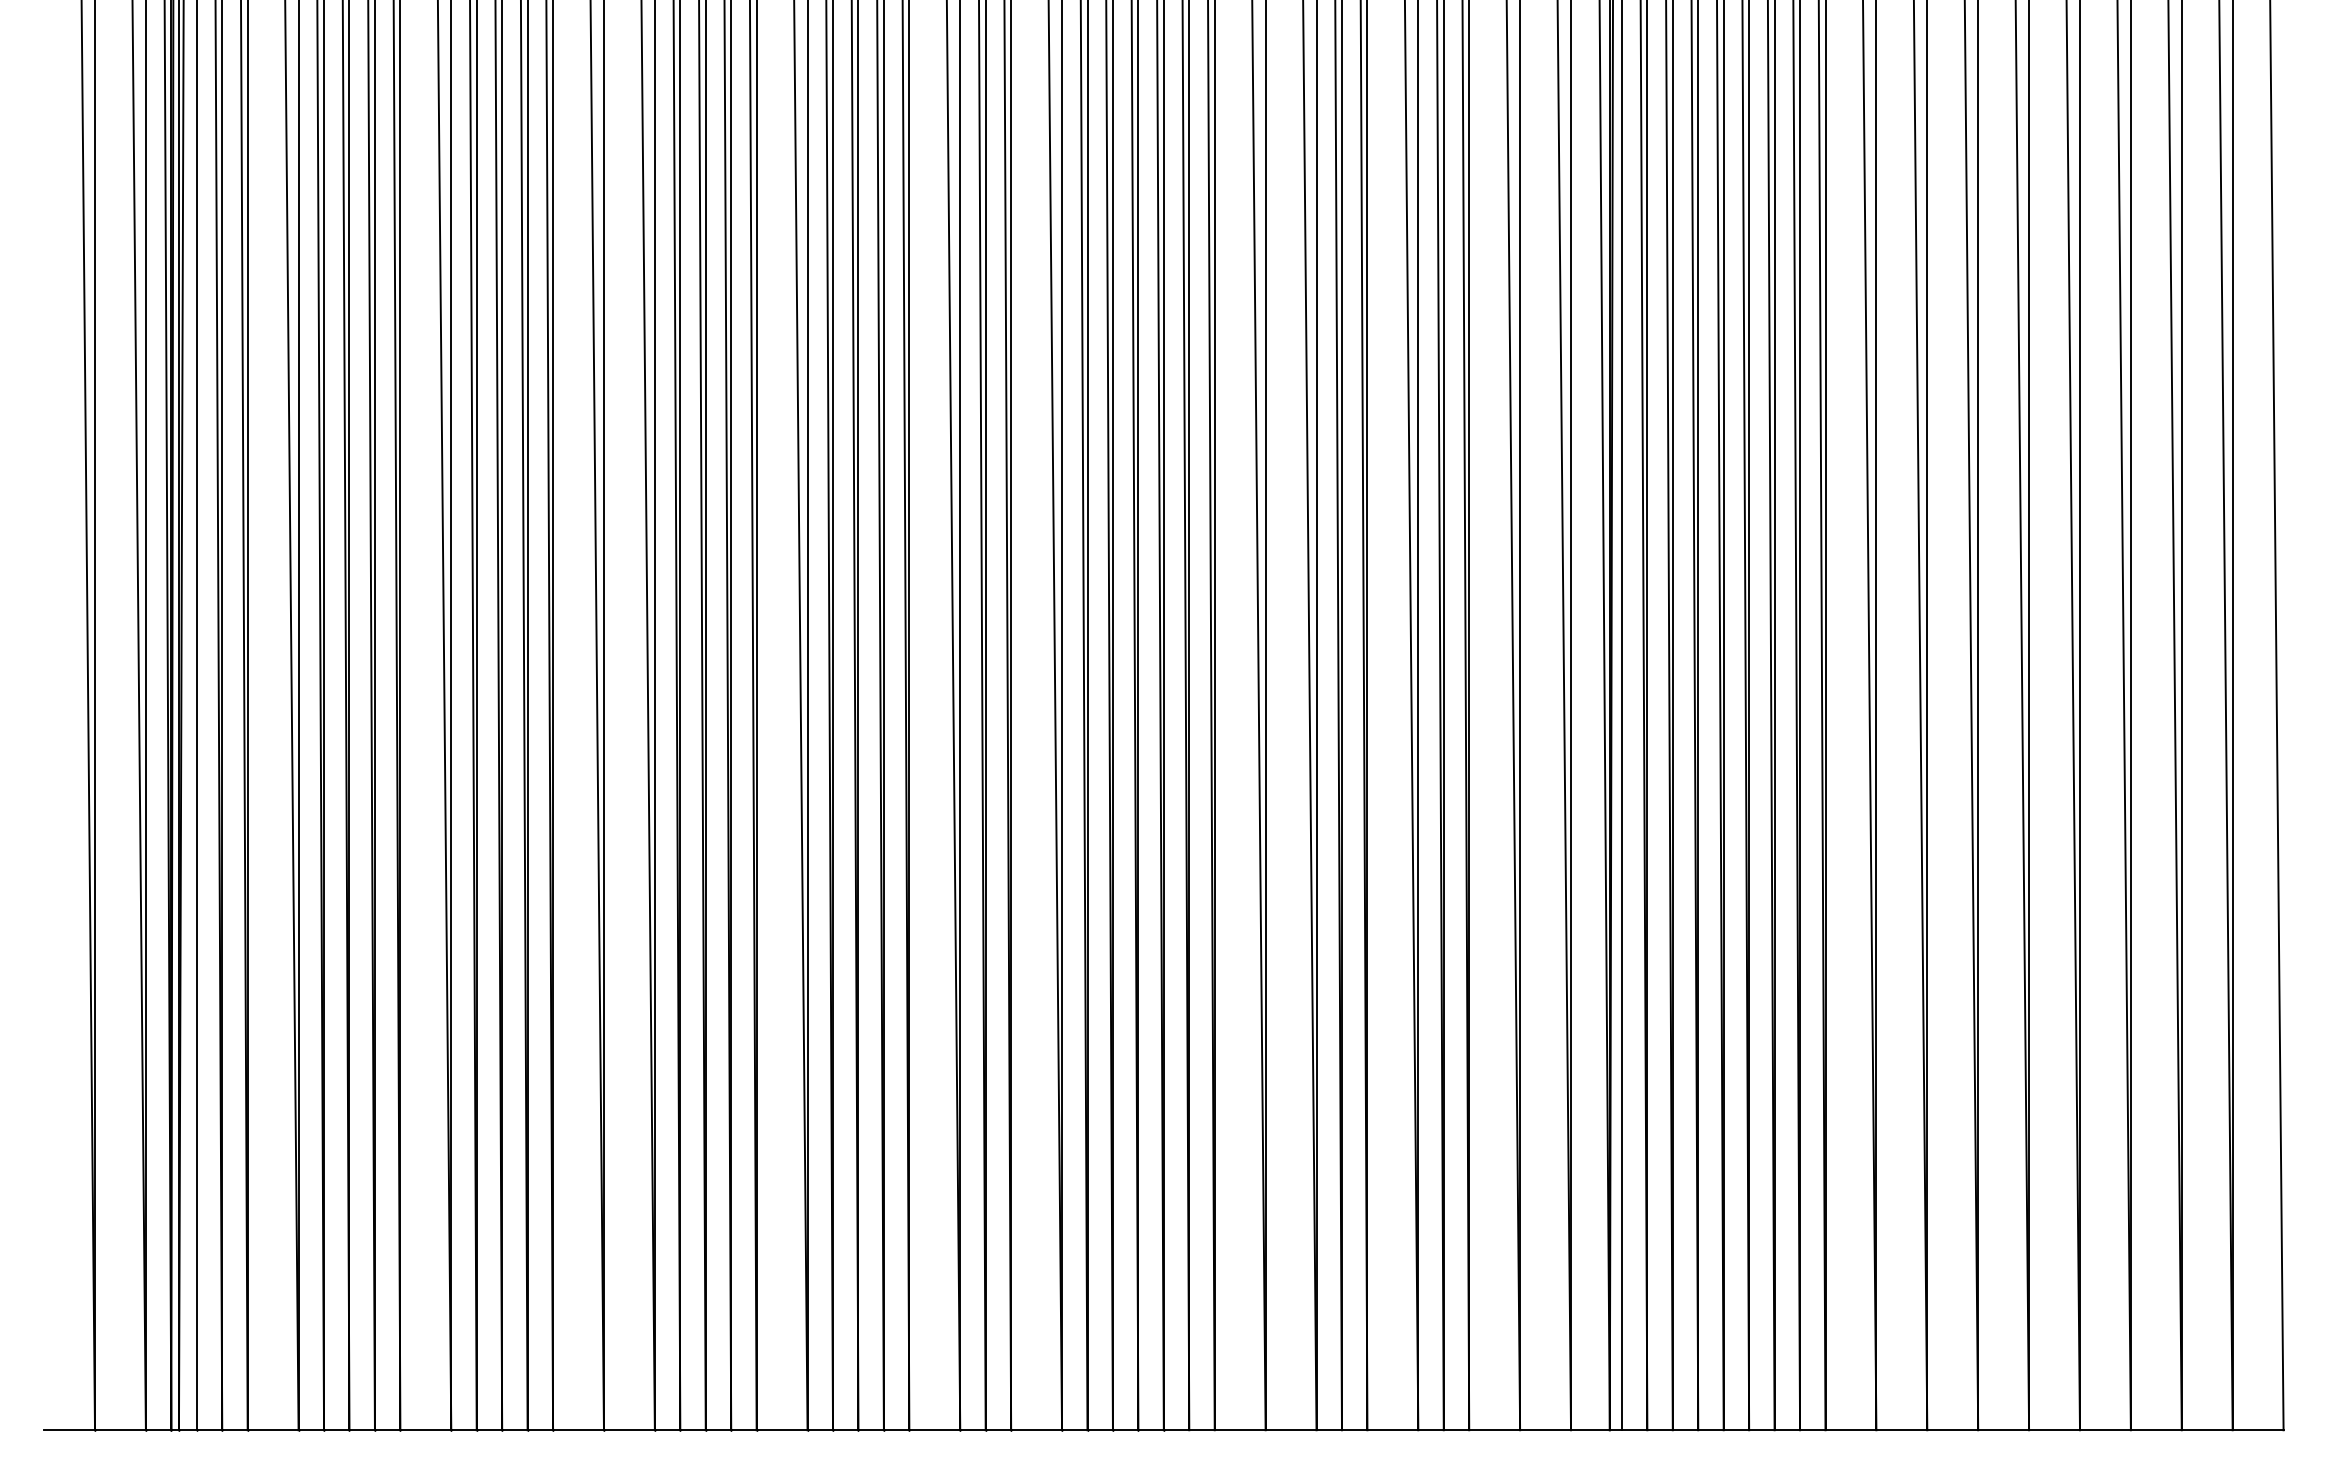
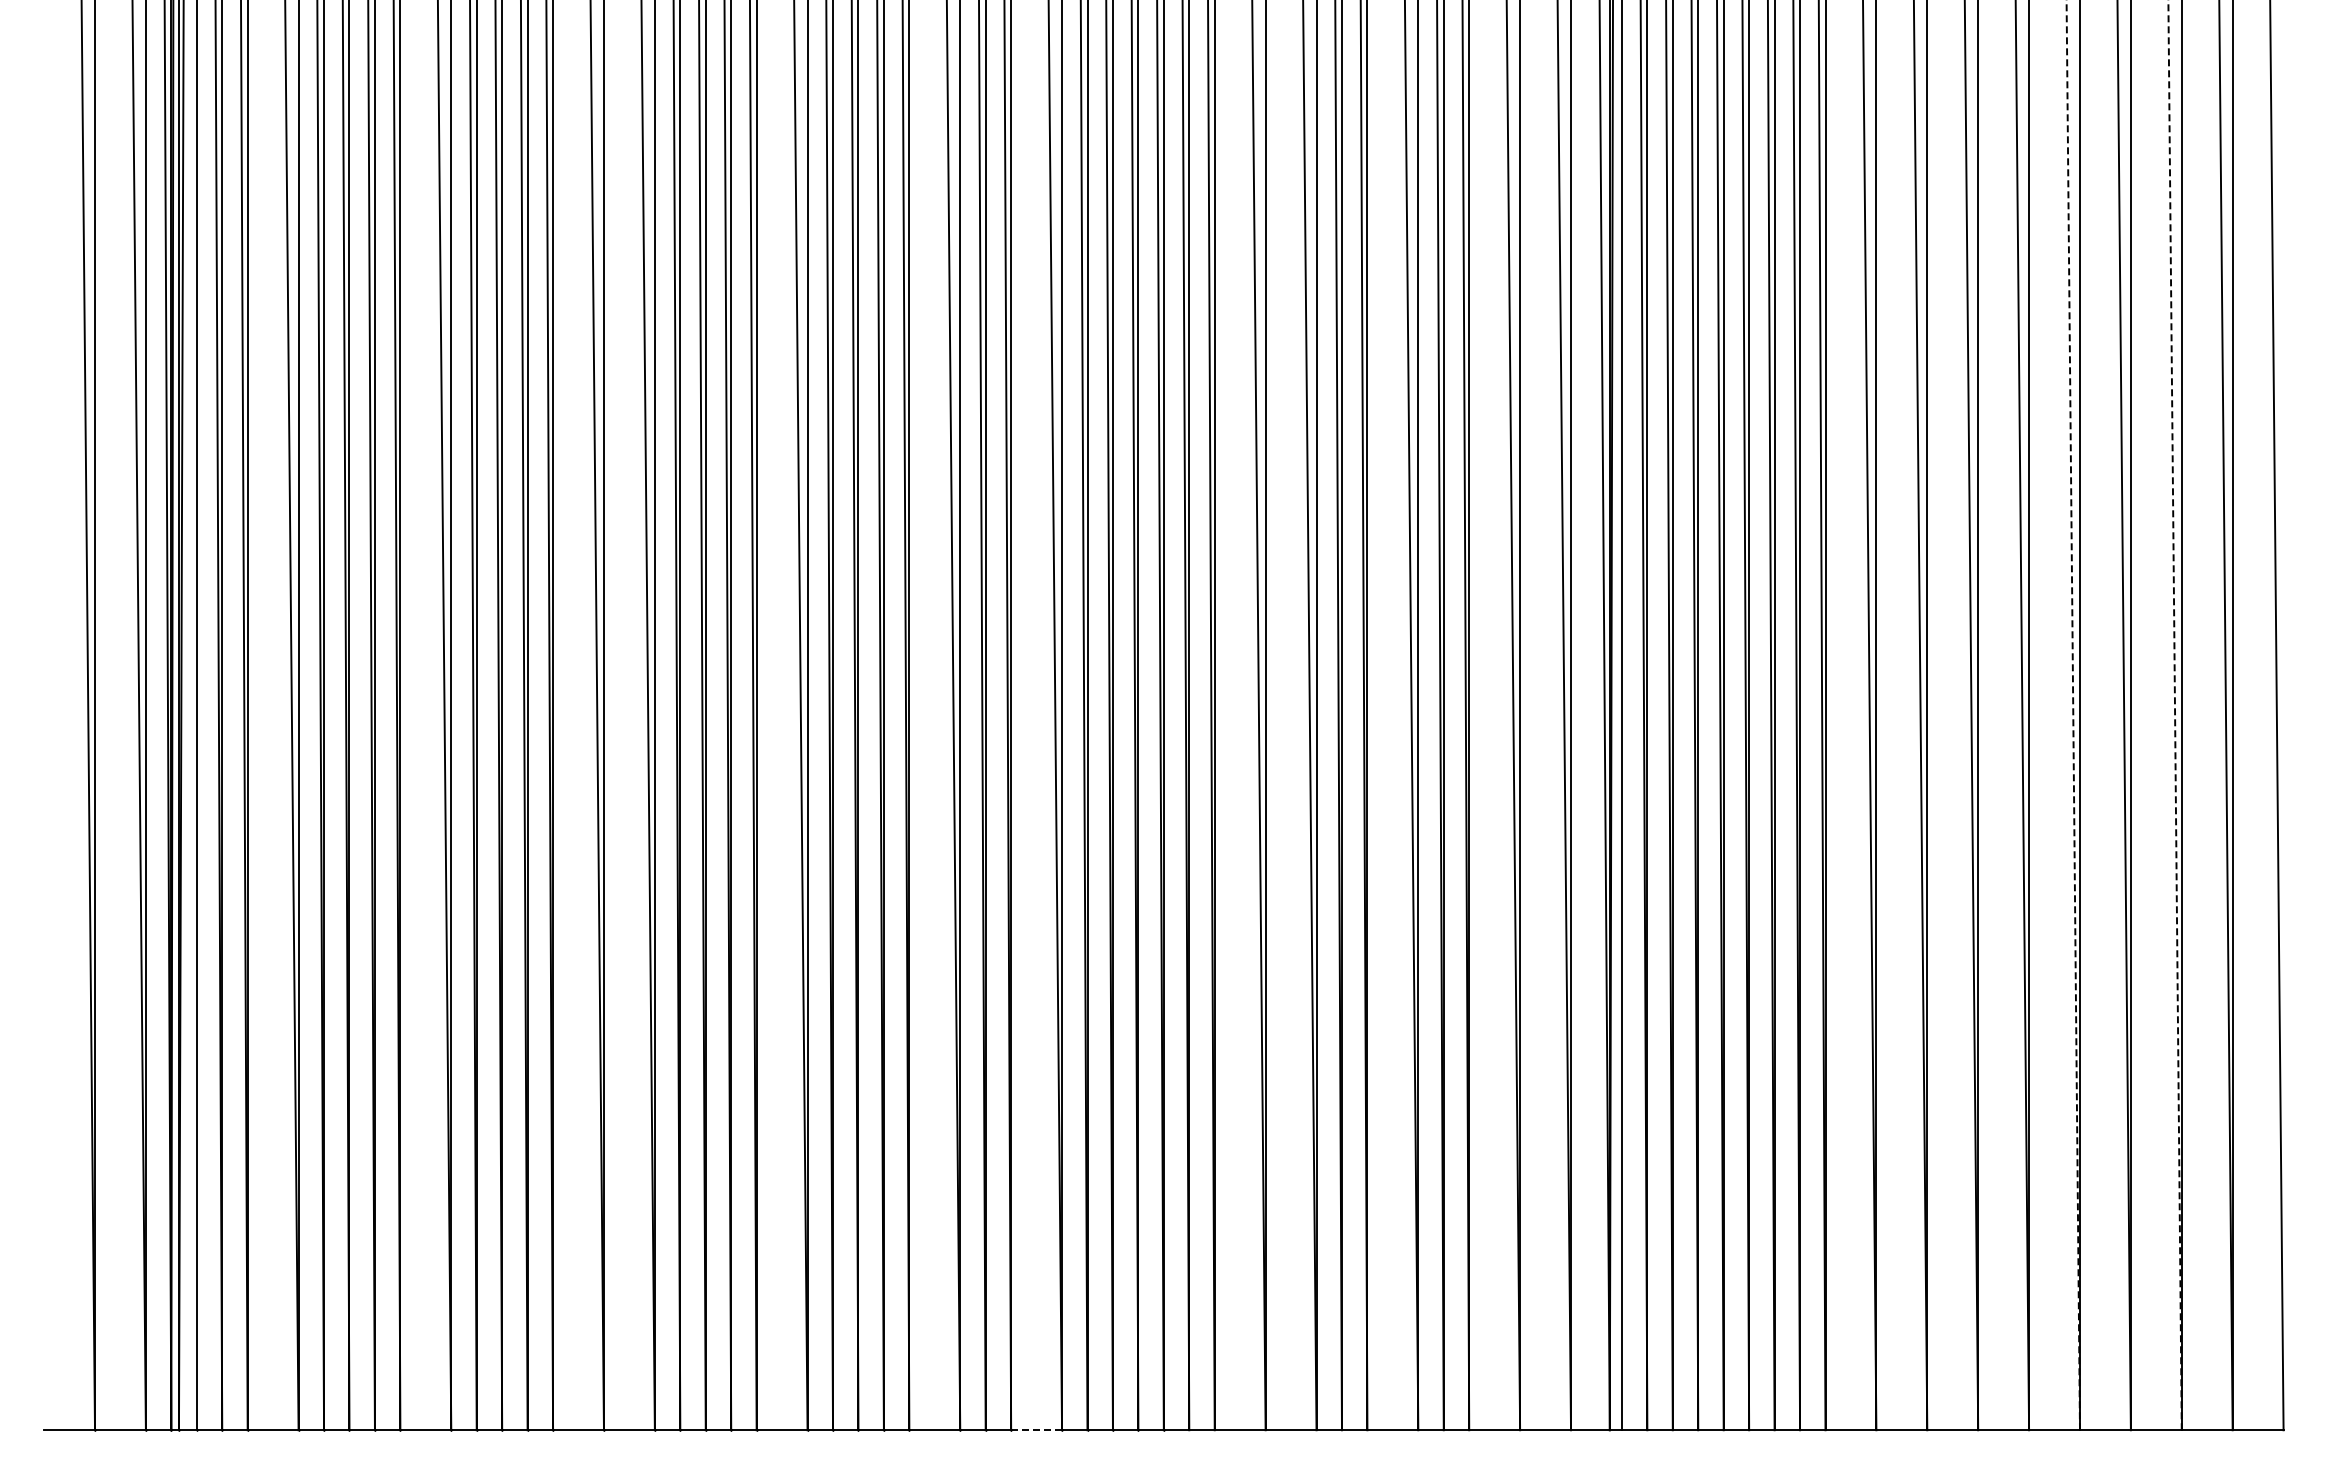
line at (2073, 715): solid -> dashed
line at (2175, 715): solid -> dashed
line at (1037, 1430): solid -> dashed
